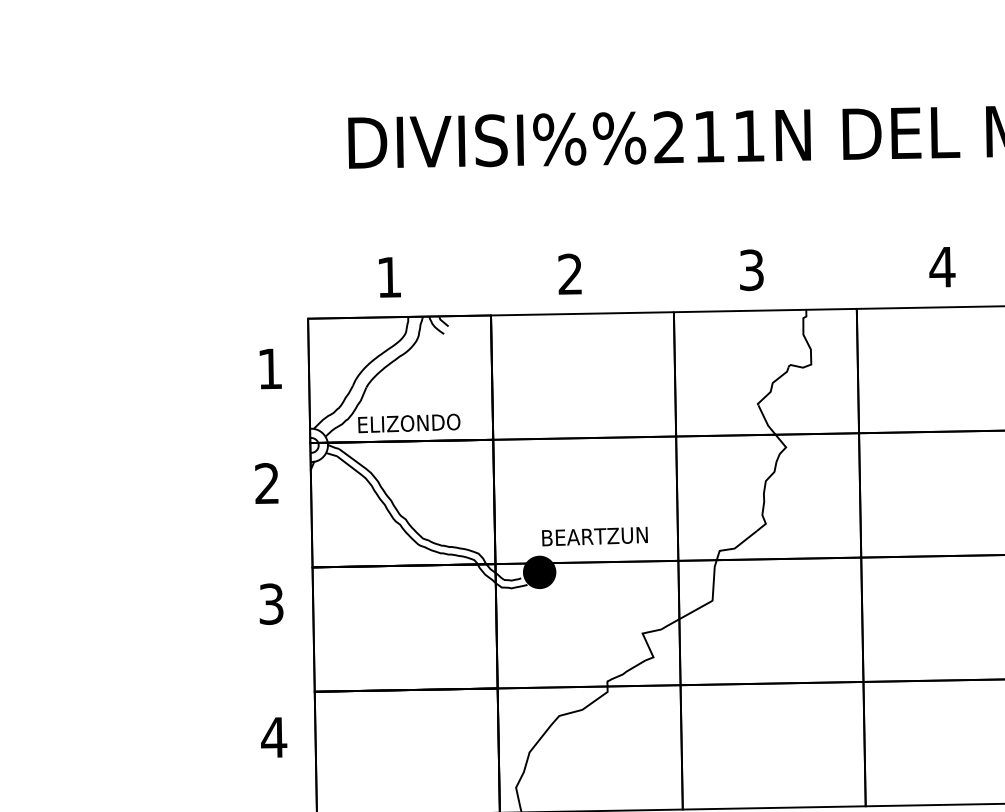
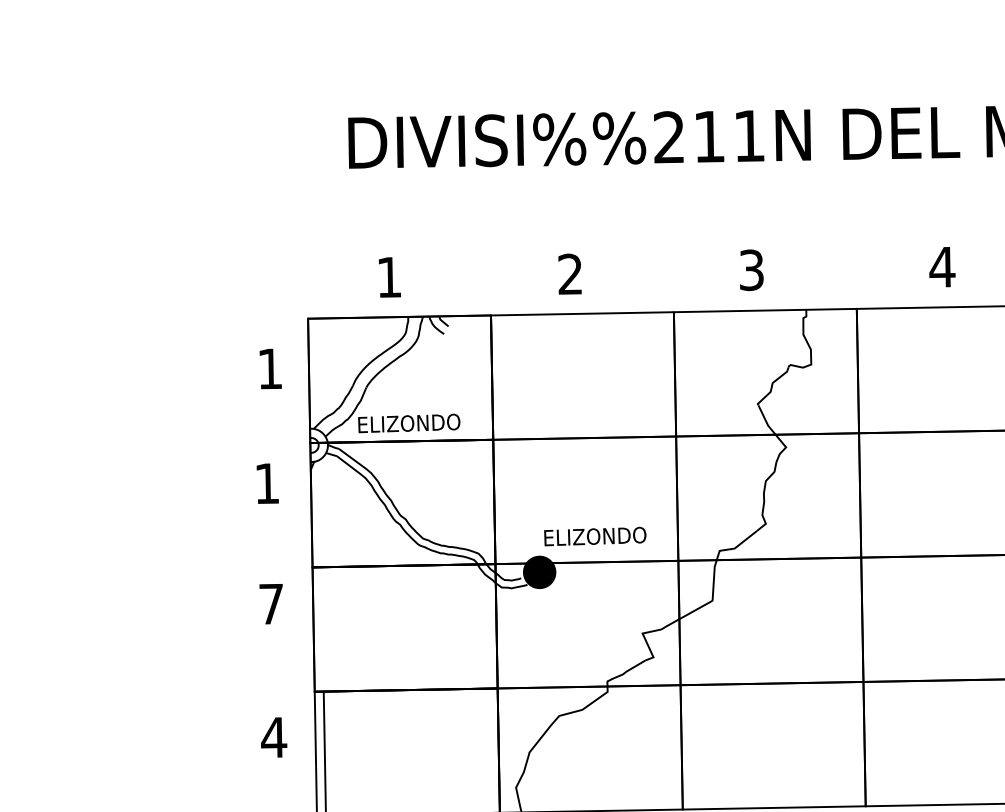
text at (266, 483): 2 -> 1
text at (594, 536): BEARTZUN -> ELIZONDO
text at (271, 603): 3 -> 7
line at (315, 749) position: (315, 749) -> (324, 749)
